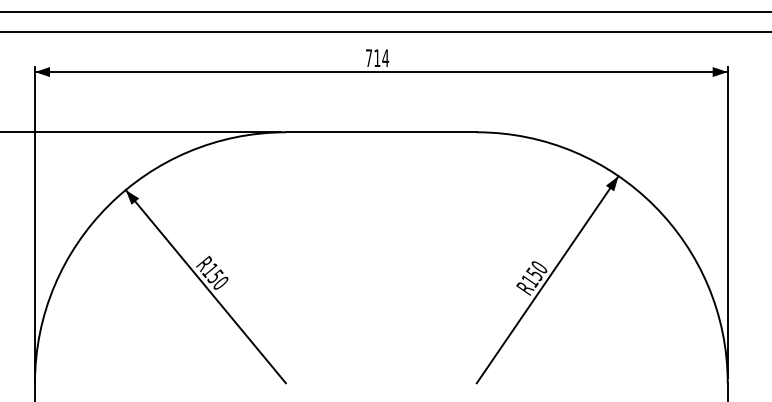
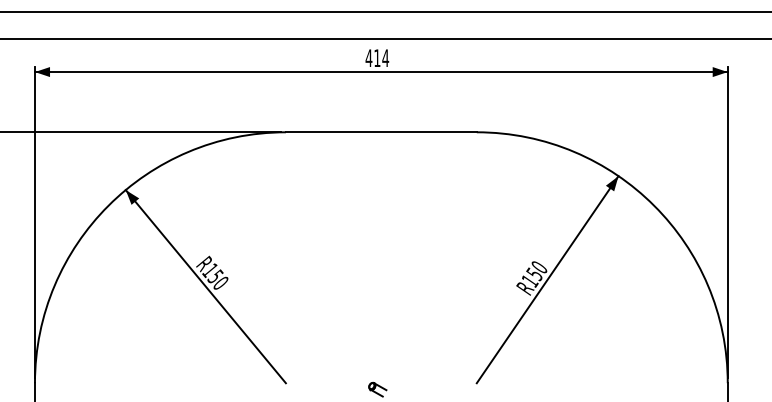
line at (385, 31) position: (385, 31) -> (385, 38)
text at (368, 57): 714 -> 414
part at (377, 389): none -> present
